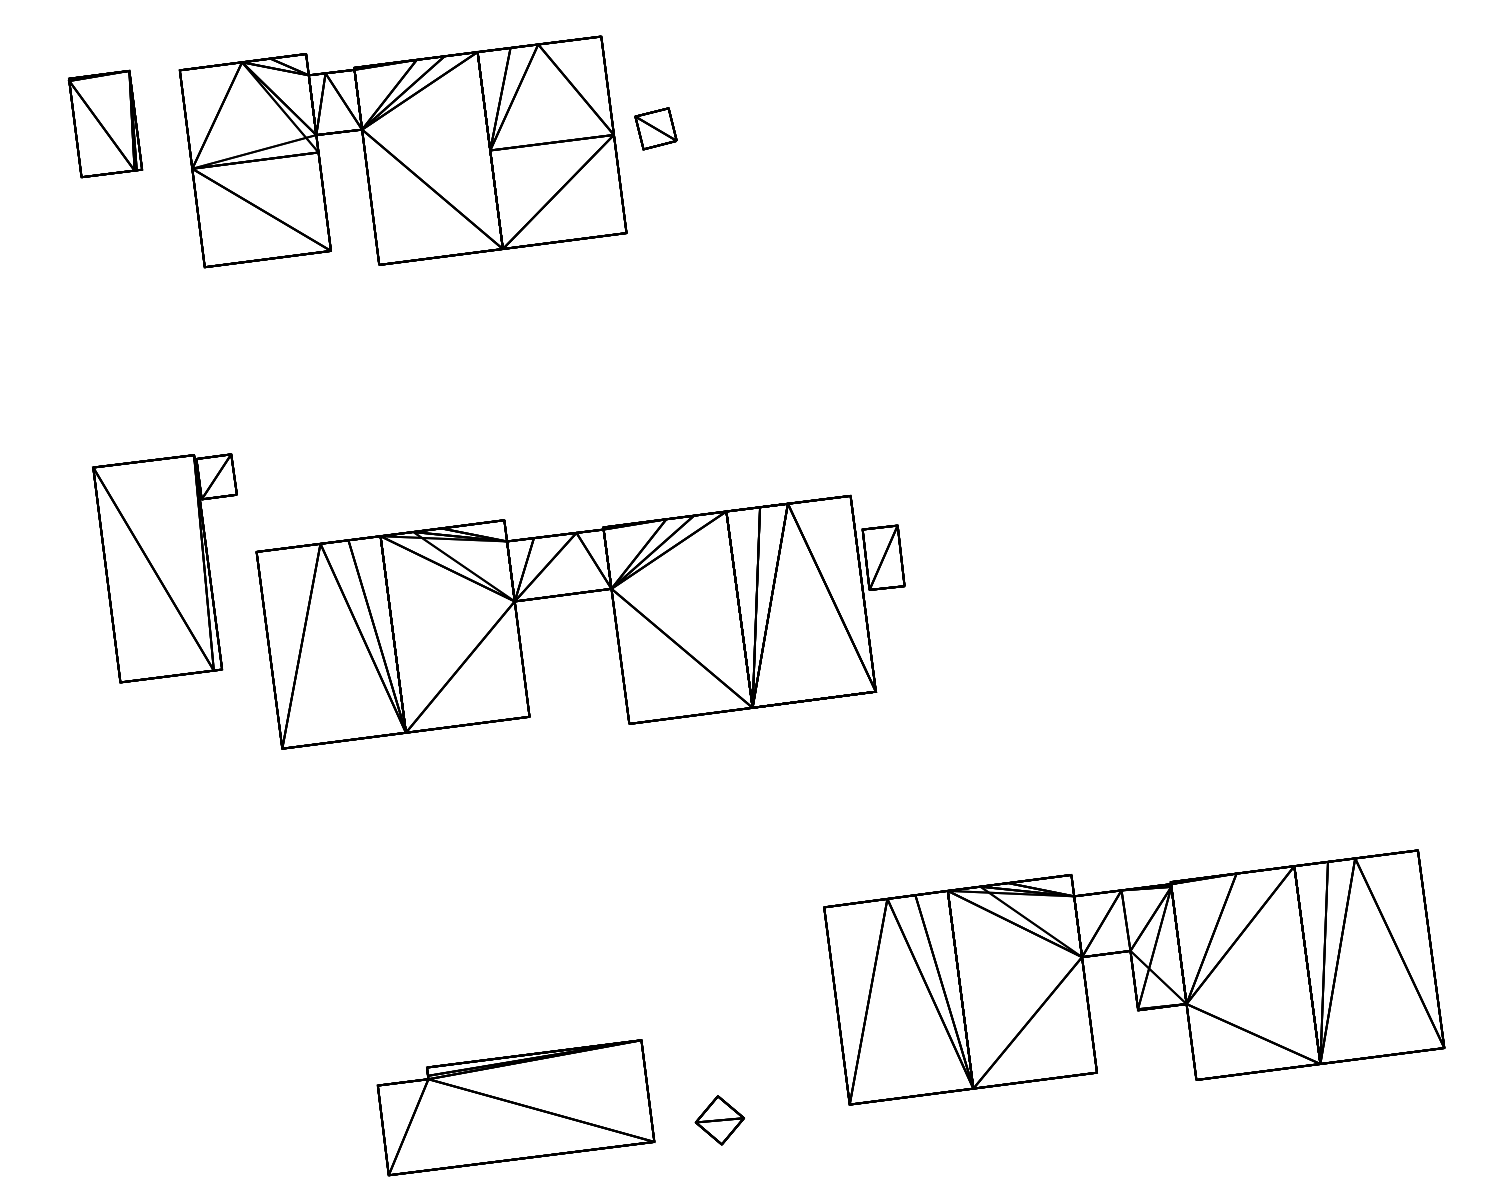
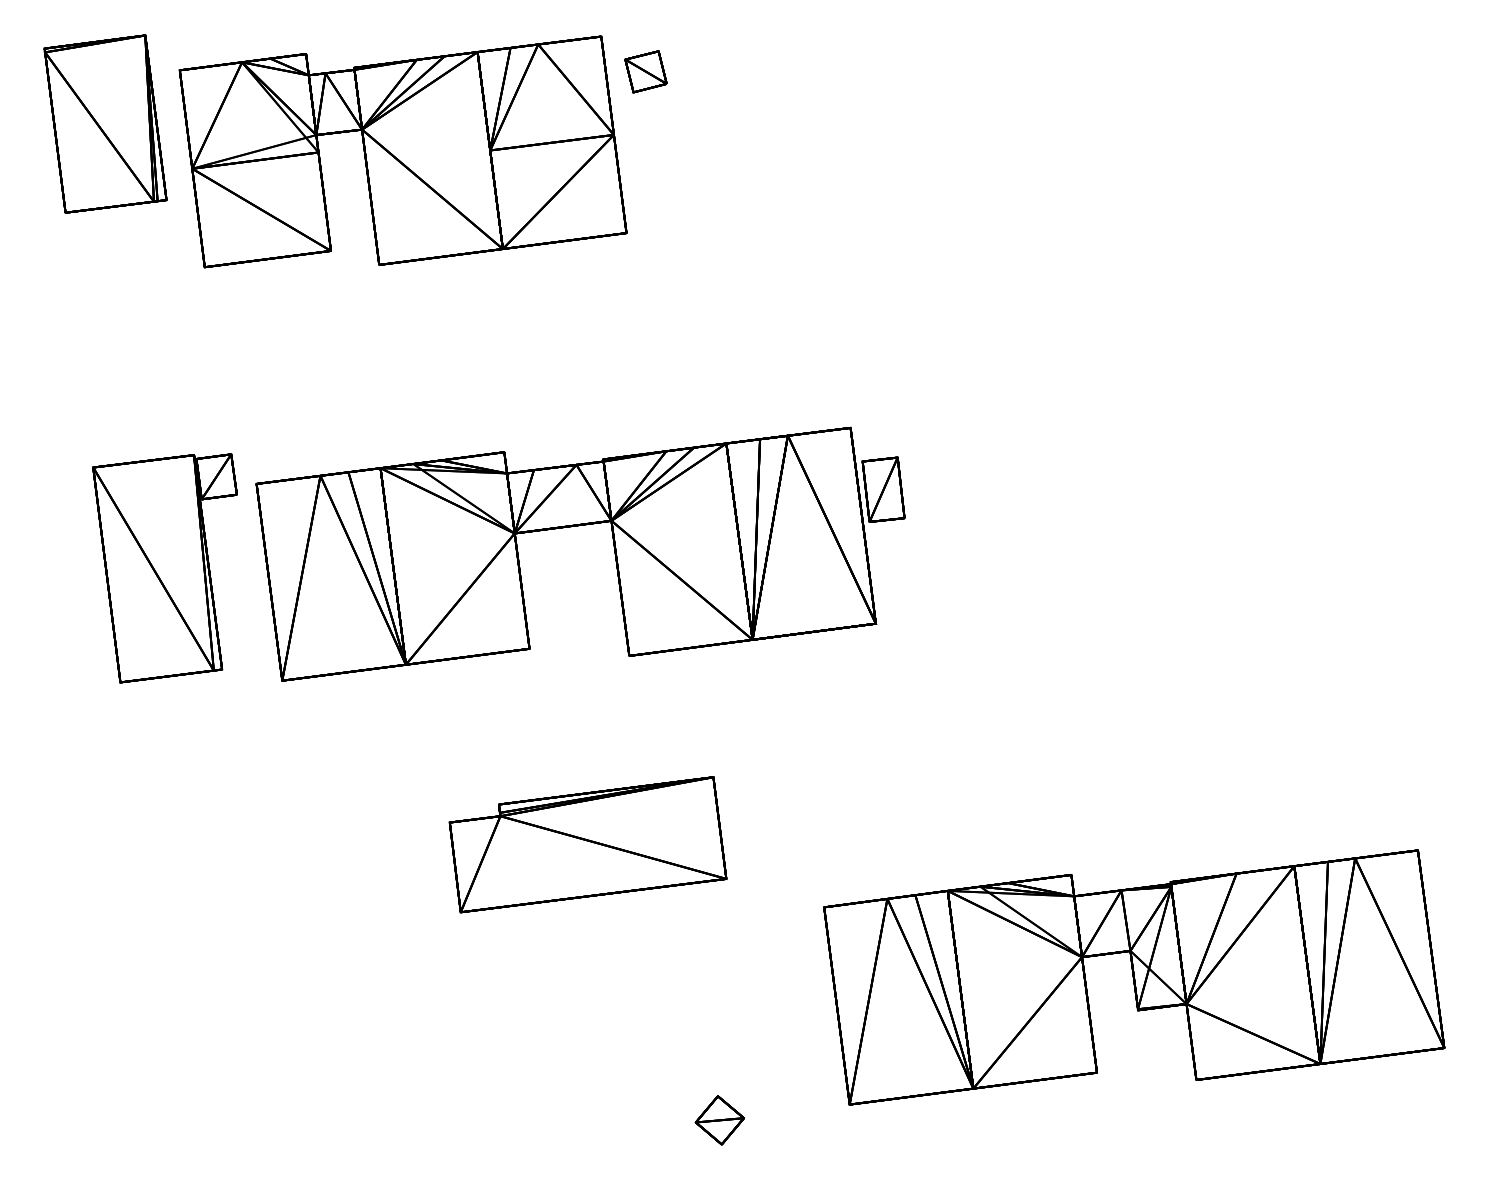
part at (105, 123) size: 77x110 px -> 125x180 px
part at (655, 128) position: (655, 128) -> (645, 71)
part at (578, 594) position: (578, 594) -> (578, 526)
part at (515, 1107) position: (515, 1107) -> (587, 844)
